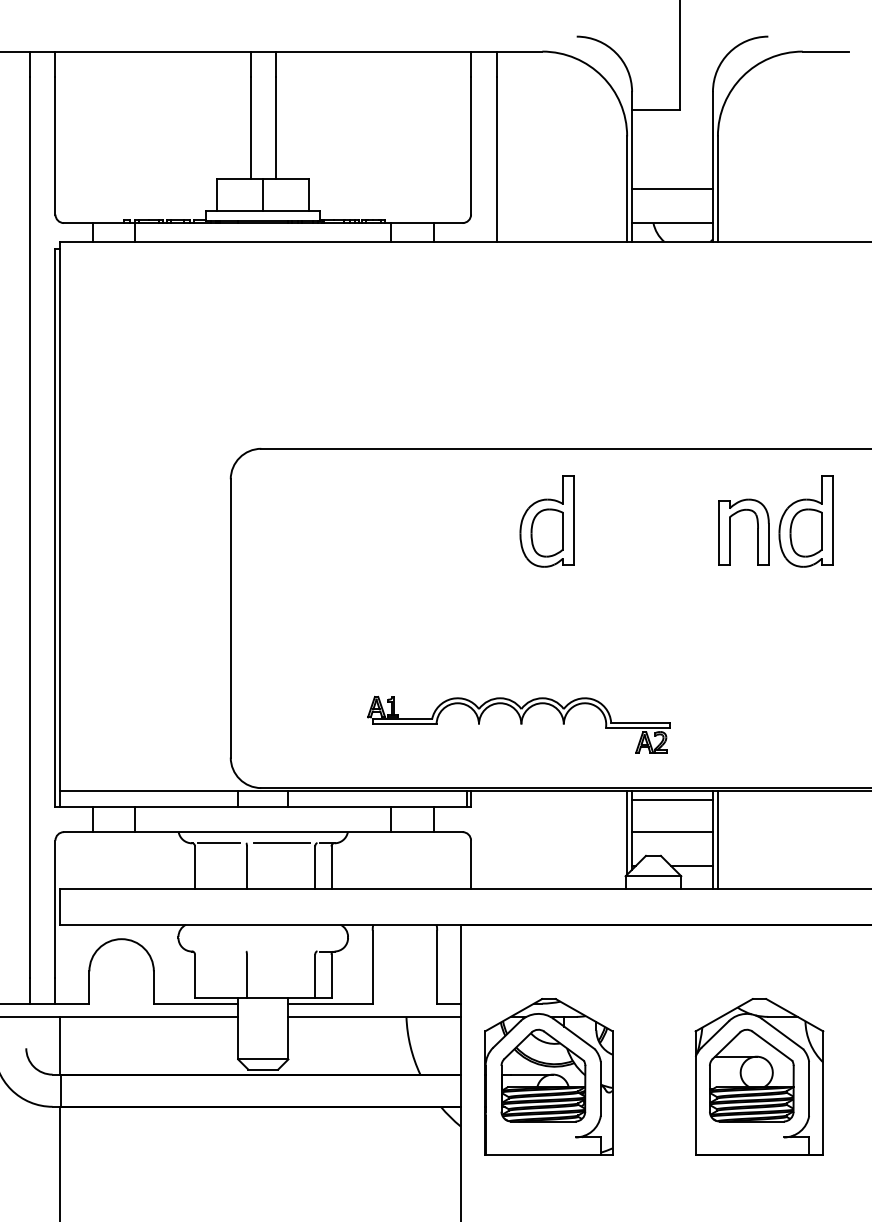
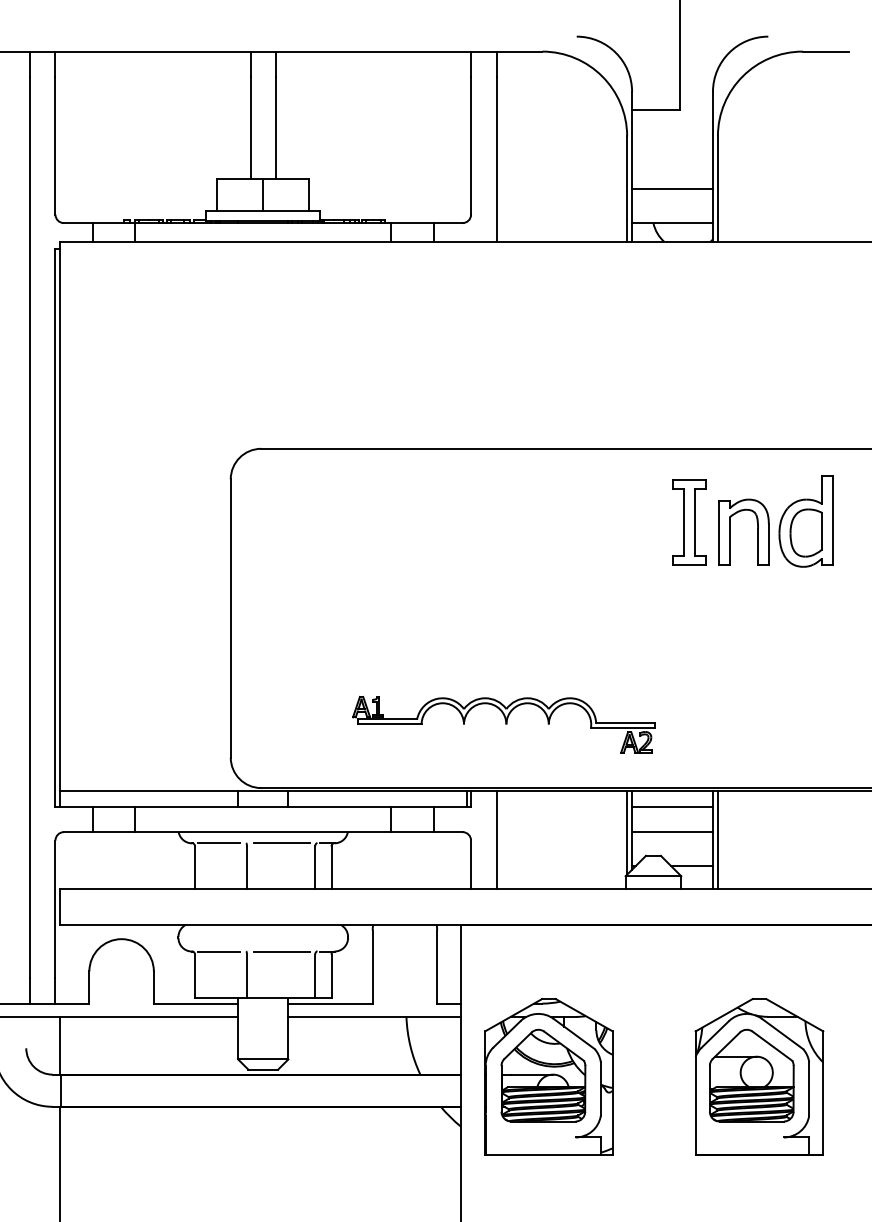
part at (546, 521): present -> none
part at (689, 522): none -> present
part at (518, 724) position: (518, 724) -> (503, 724)
line at (672, 799) position: (672, 799) -> (672, 806)
line at (496, 840): none -> present
line at (218, 951): none -> present
line at (281, 951): none -> present
